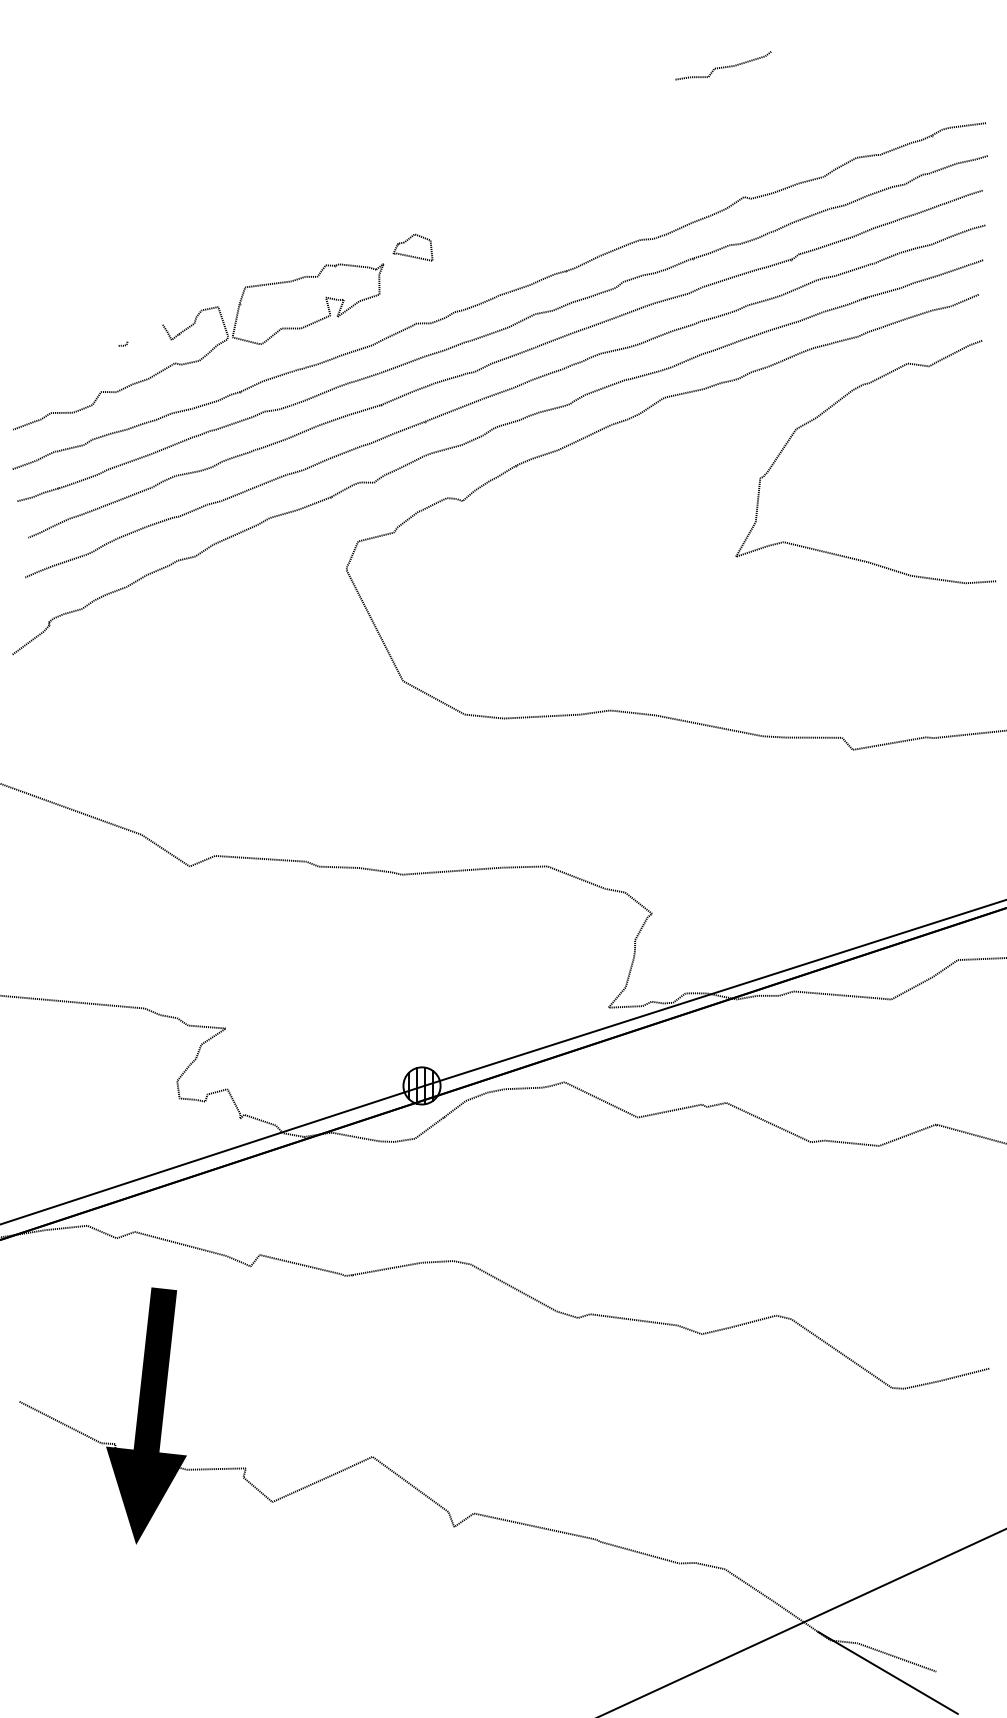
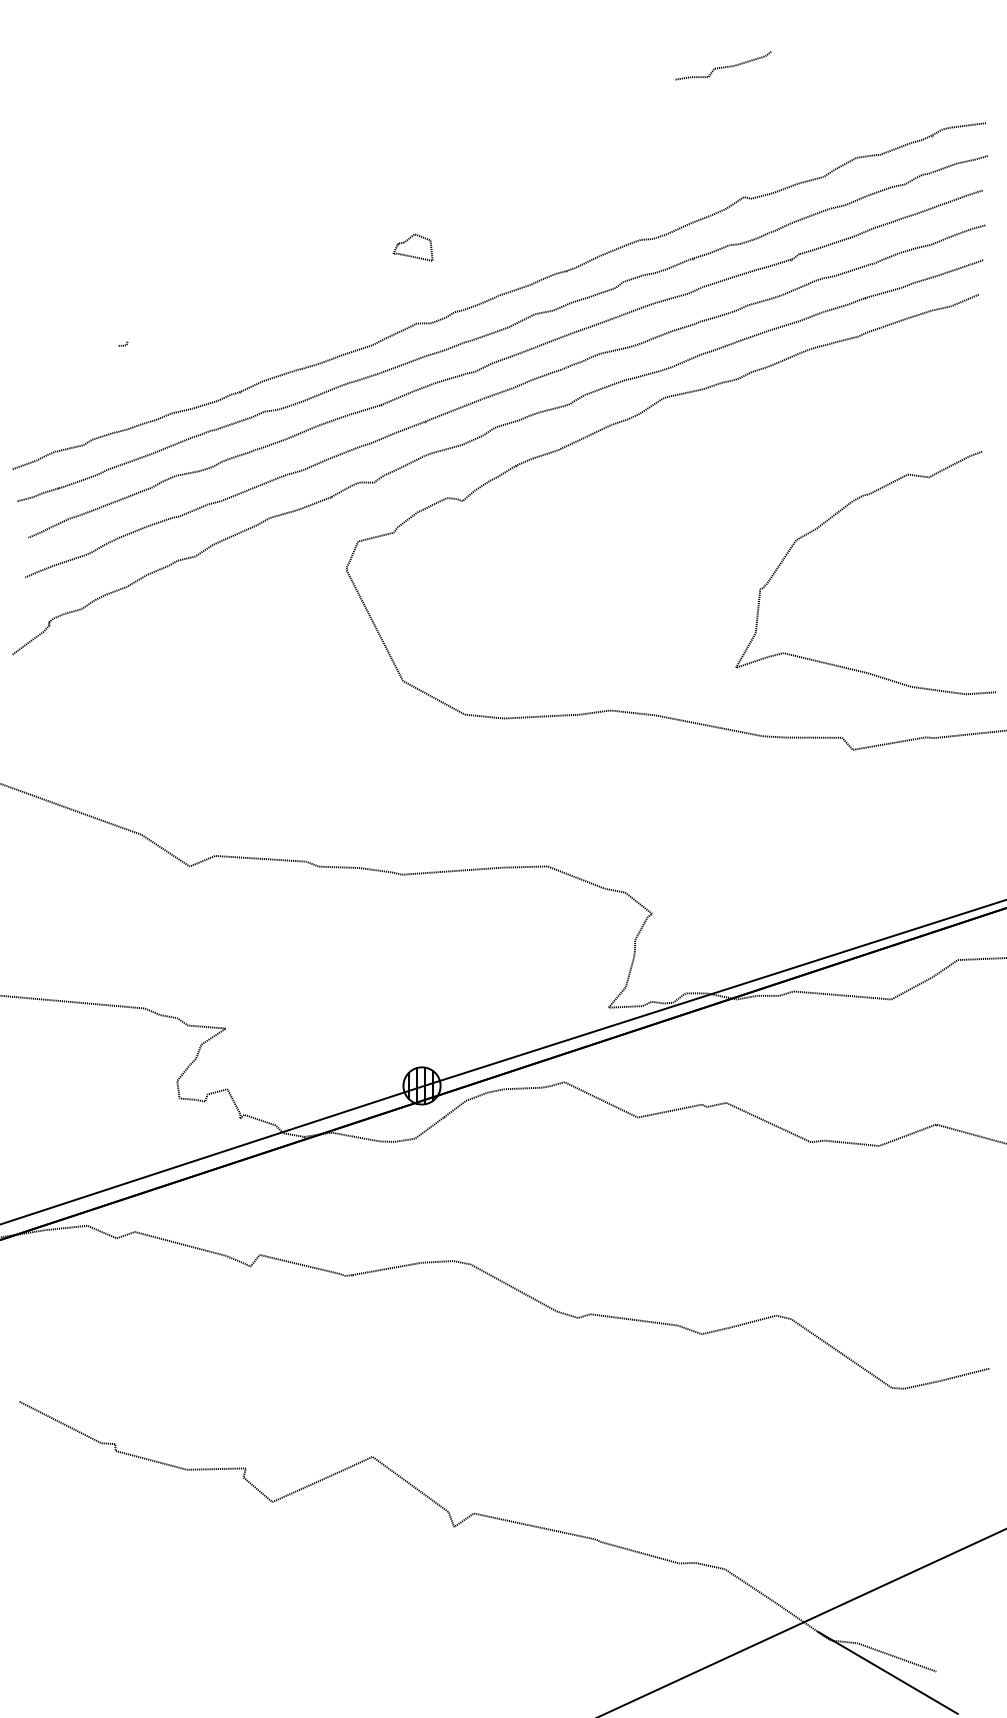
part at (205, 354): present -> none
curve at (829, 409) position: (829, 409) -> (829, 520)
fill at (146, 1415): present -> none
